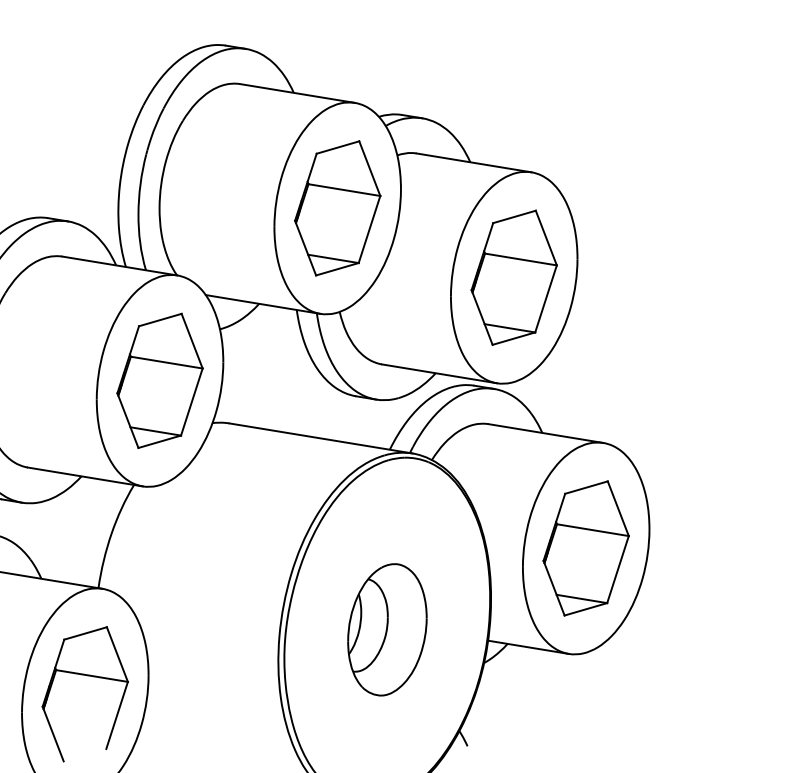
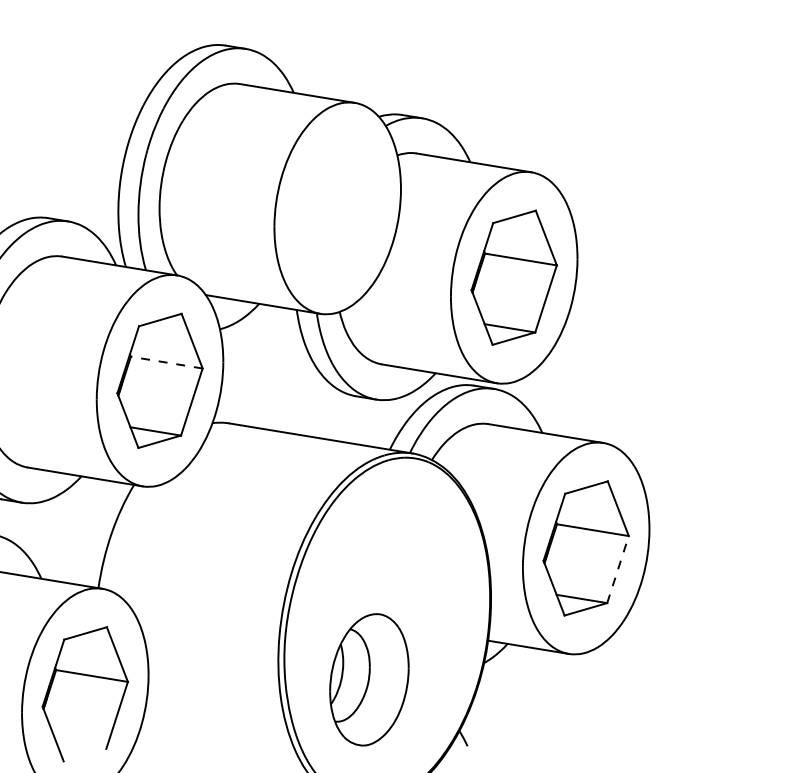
part at (337, 208): present -> none
line at (166, 362): solid -> dashed
line at (618, 569): solid -> dashed
part at (387, 629) position: (387, 629) -> (369, 679)
